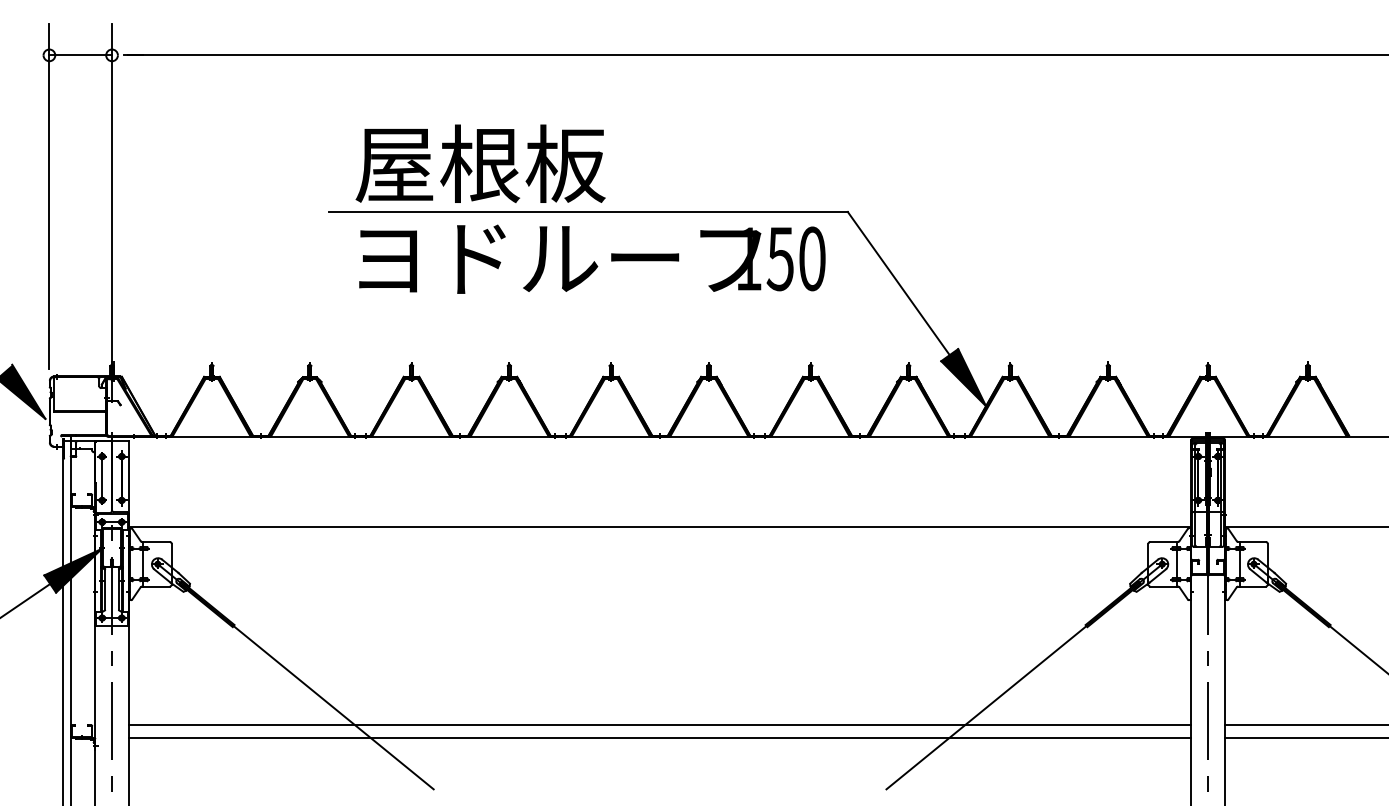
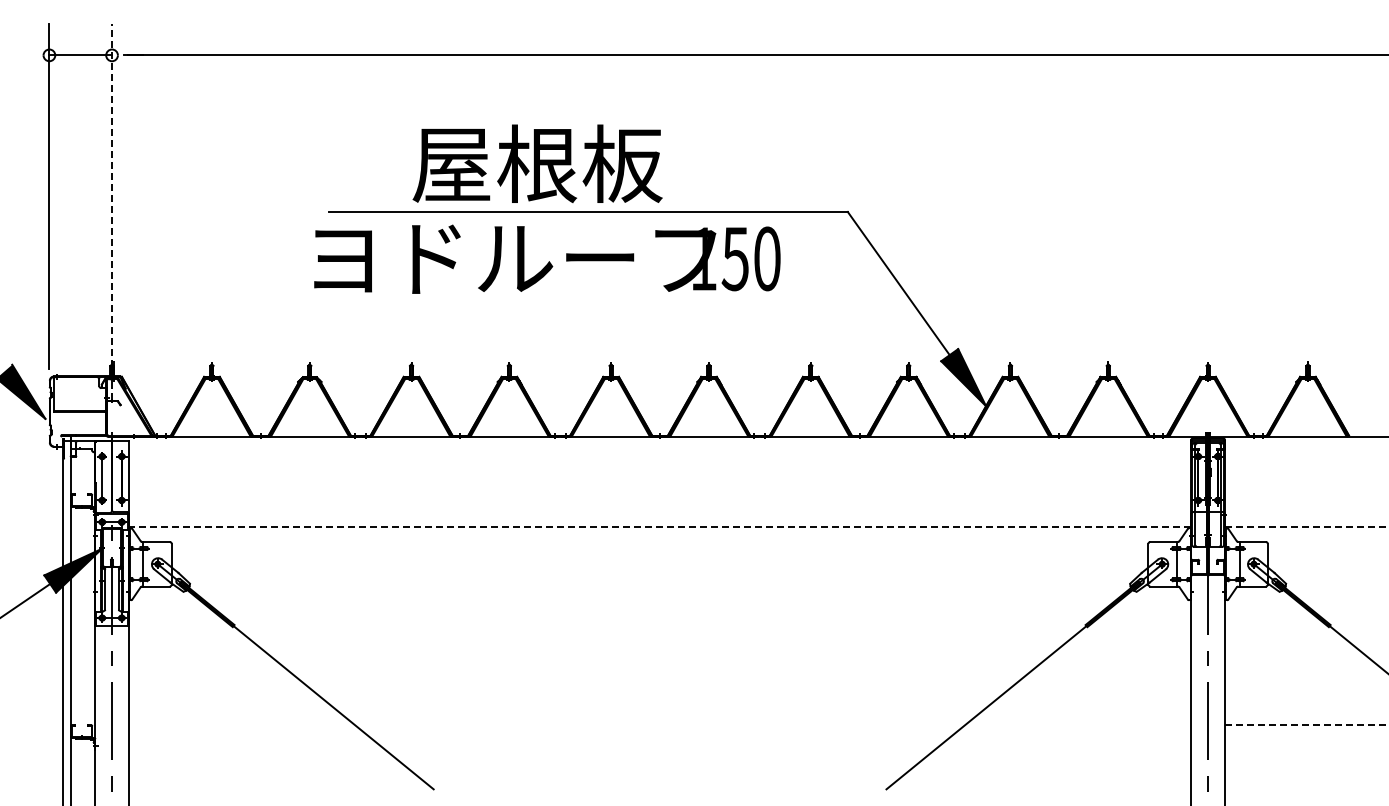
text at (480, 163) position: (480, 163) -> (537, 163)
line at (112, 211): solid -> dashed
text at (592, 258) position: (592, 258) -> (547, 258)
line at (659, 527): solid -> dashed
line at (1306, 527): solid -> dashed
line at (659, 725): present -> none
line at (1306, 725): solid -> dashed
line at (659, 738): present -> none
line at (1304, 738): present -> none
